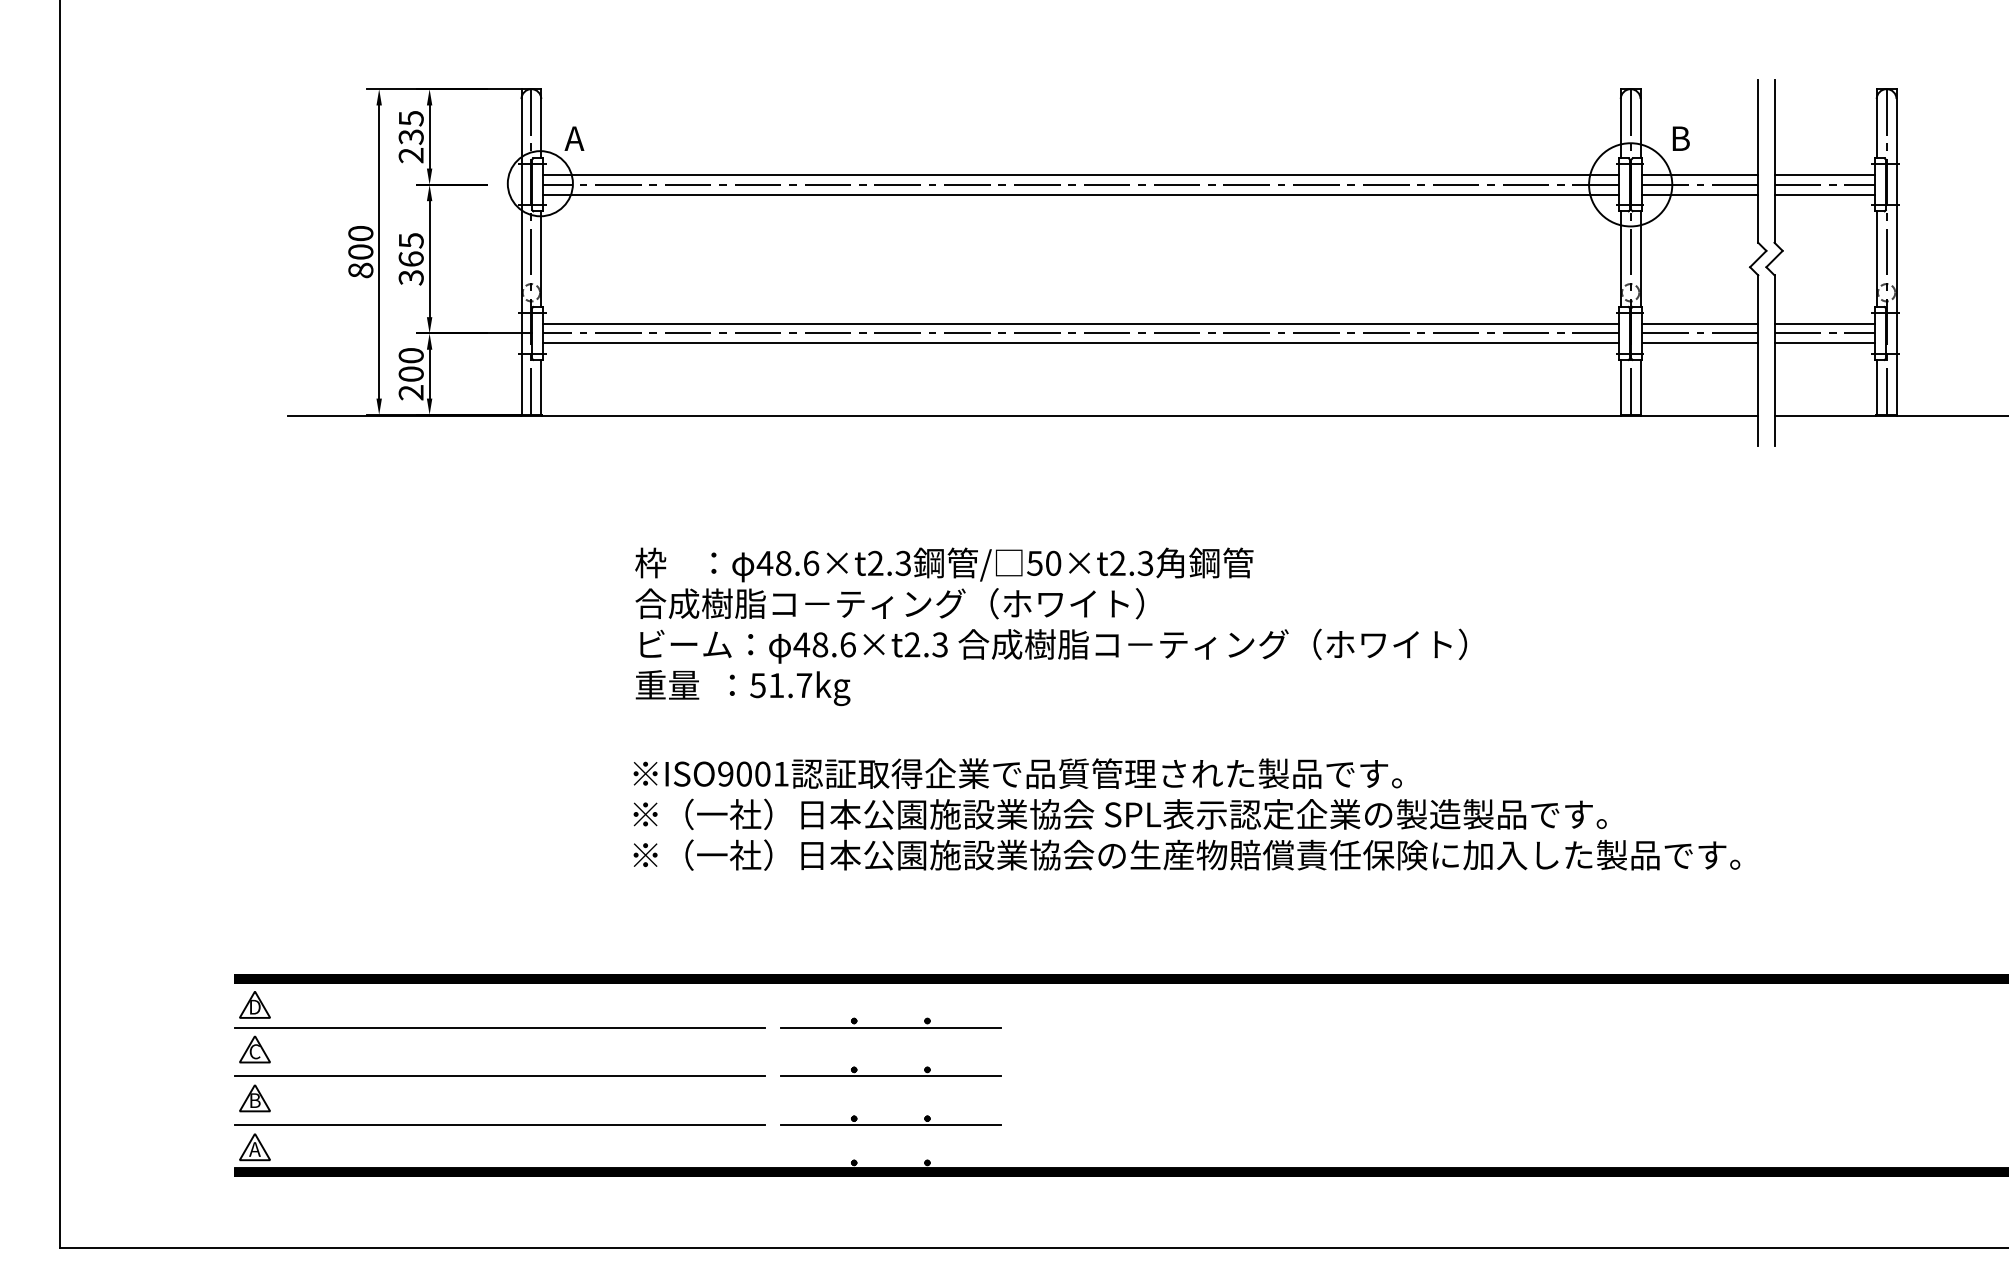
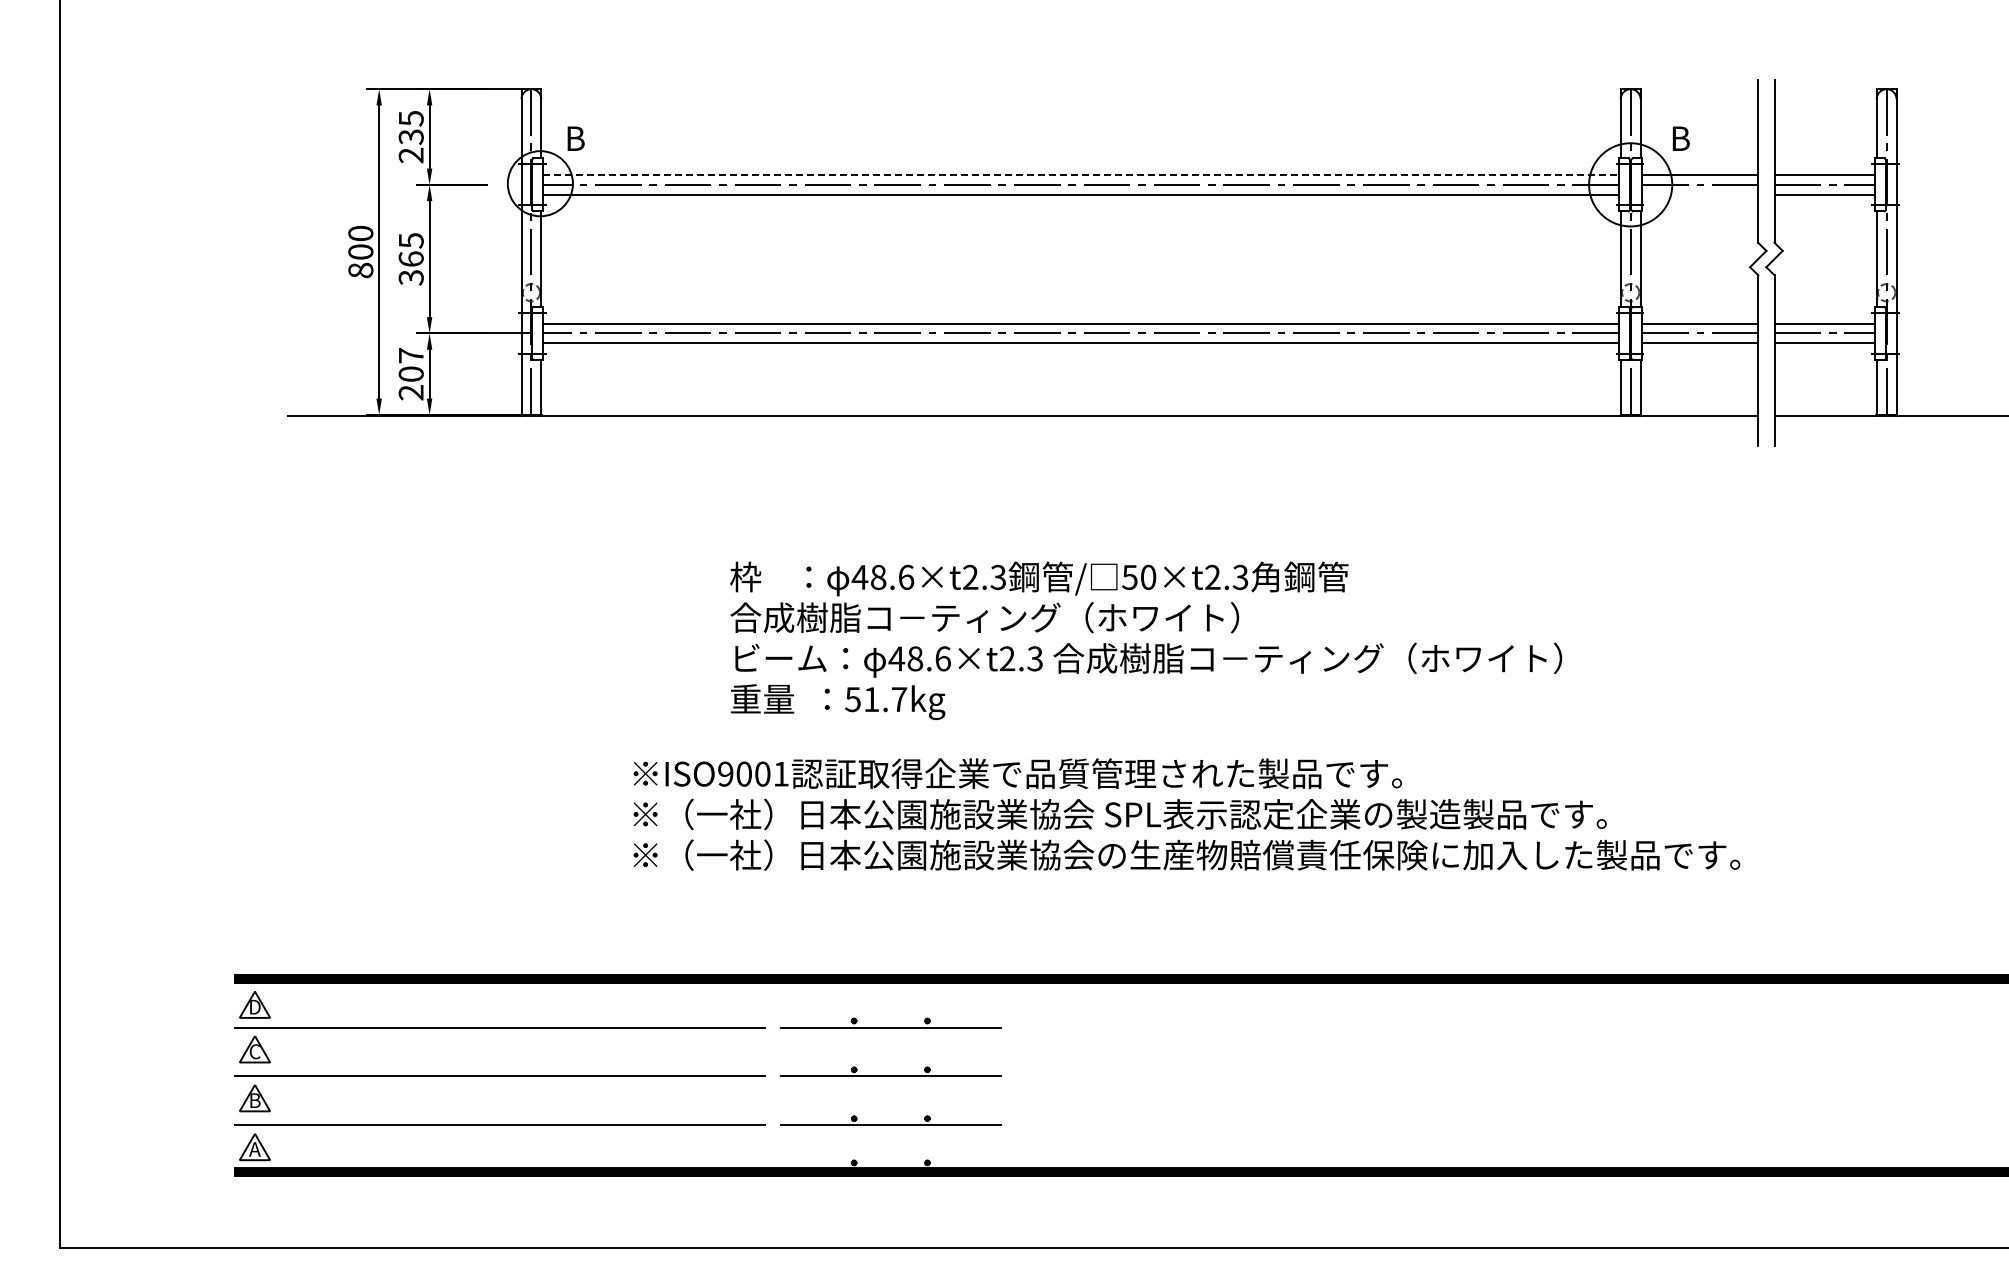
text at (574, 138): A -> B
line at (1081, 174): solid -> dashed
line at (1700, 194): present -> none
text at (410, 355): 200 -> 207
text at (1051, 626) position: (1051, 626) -> (1146, 640)
